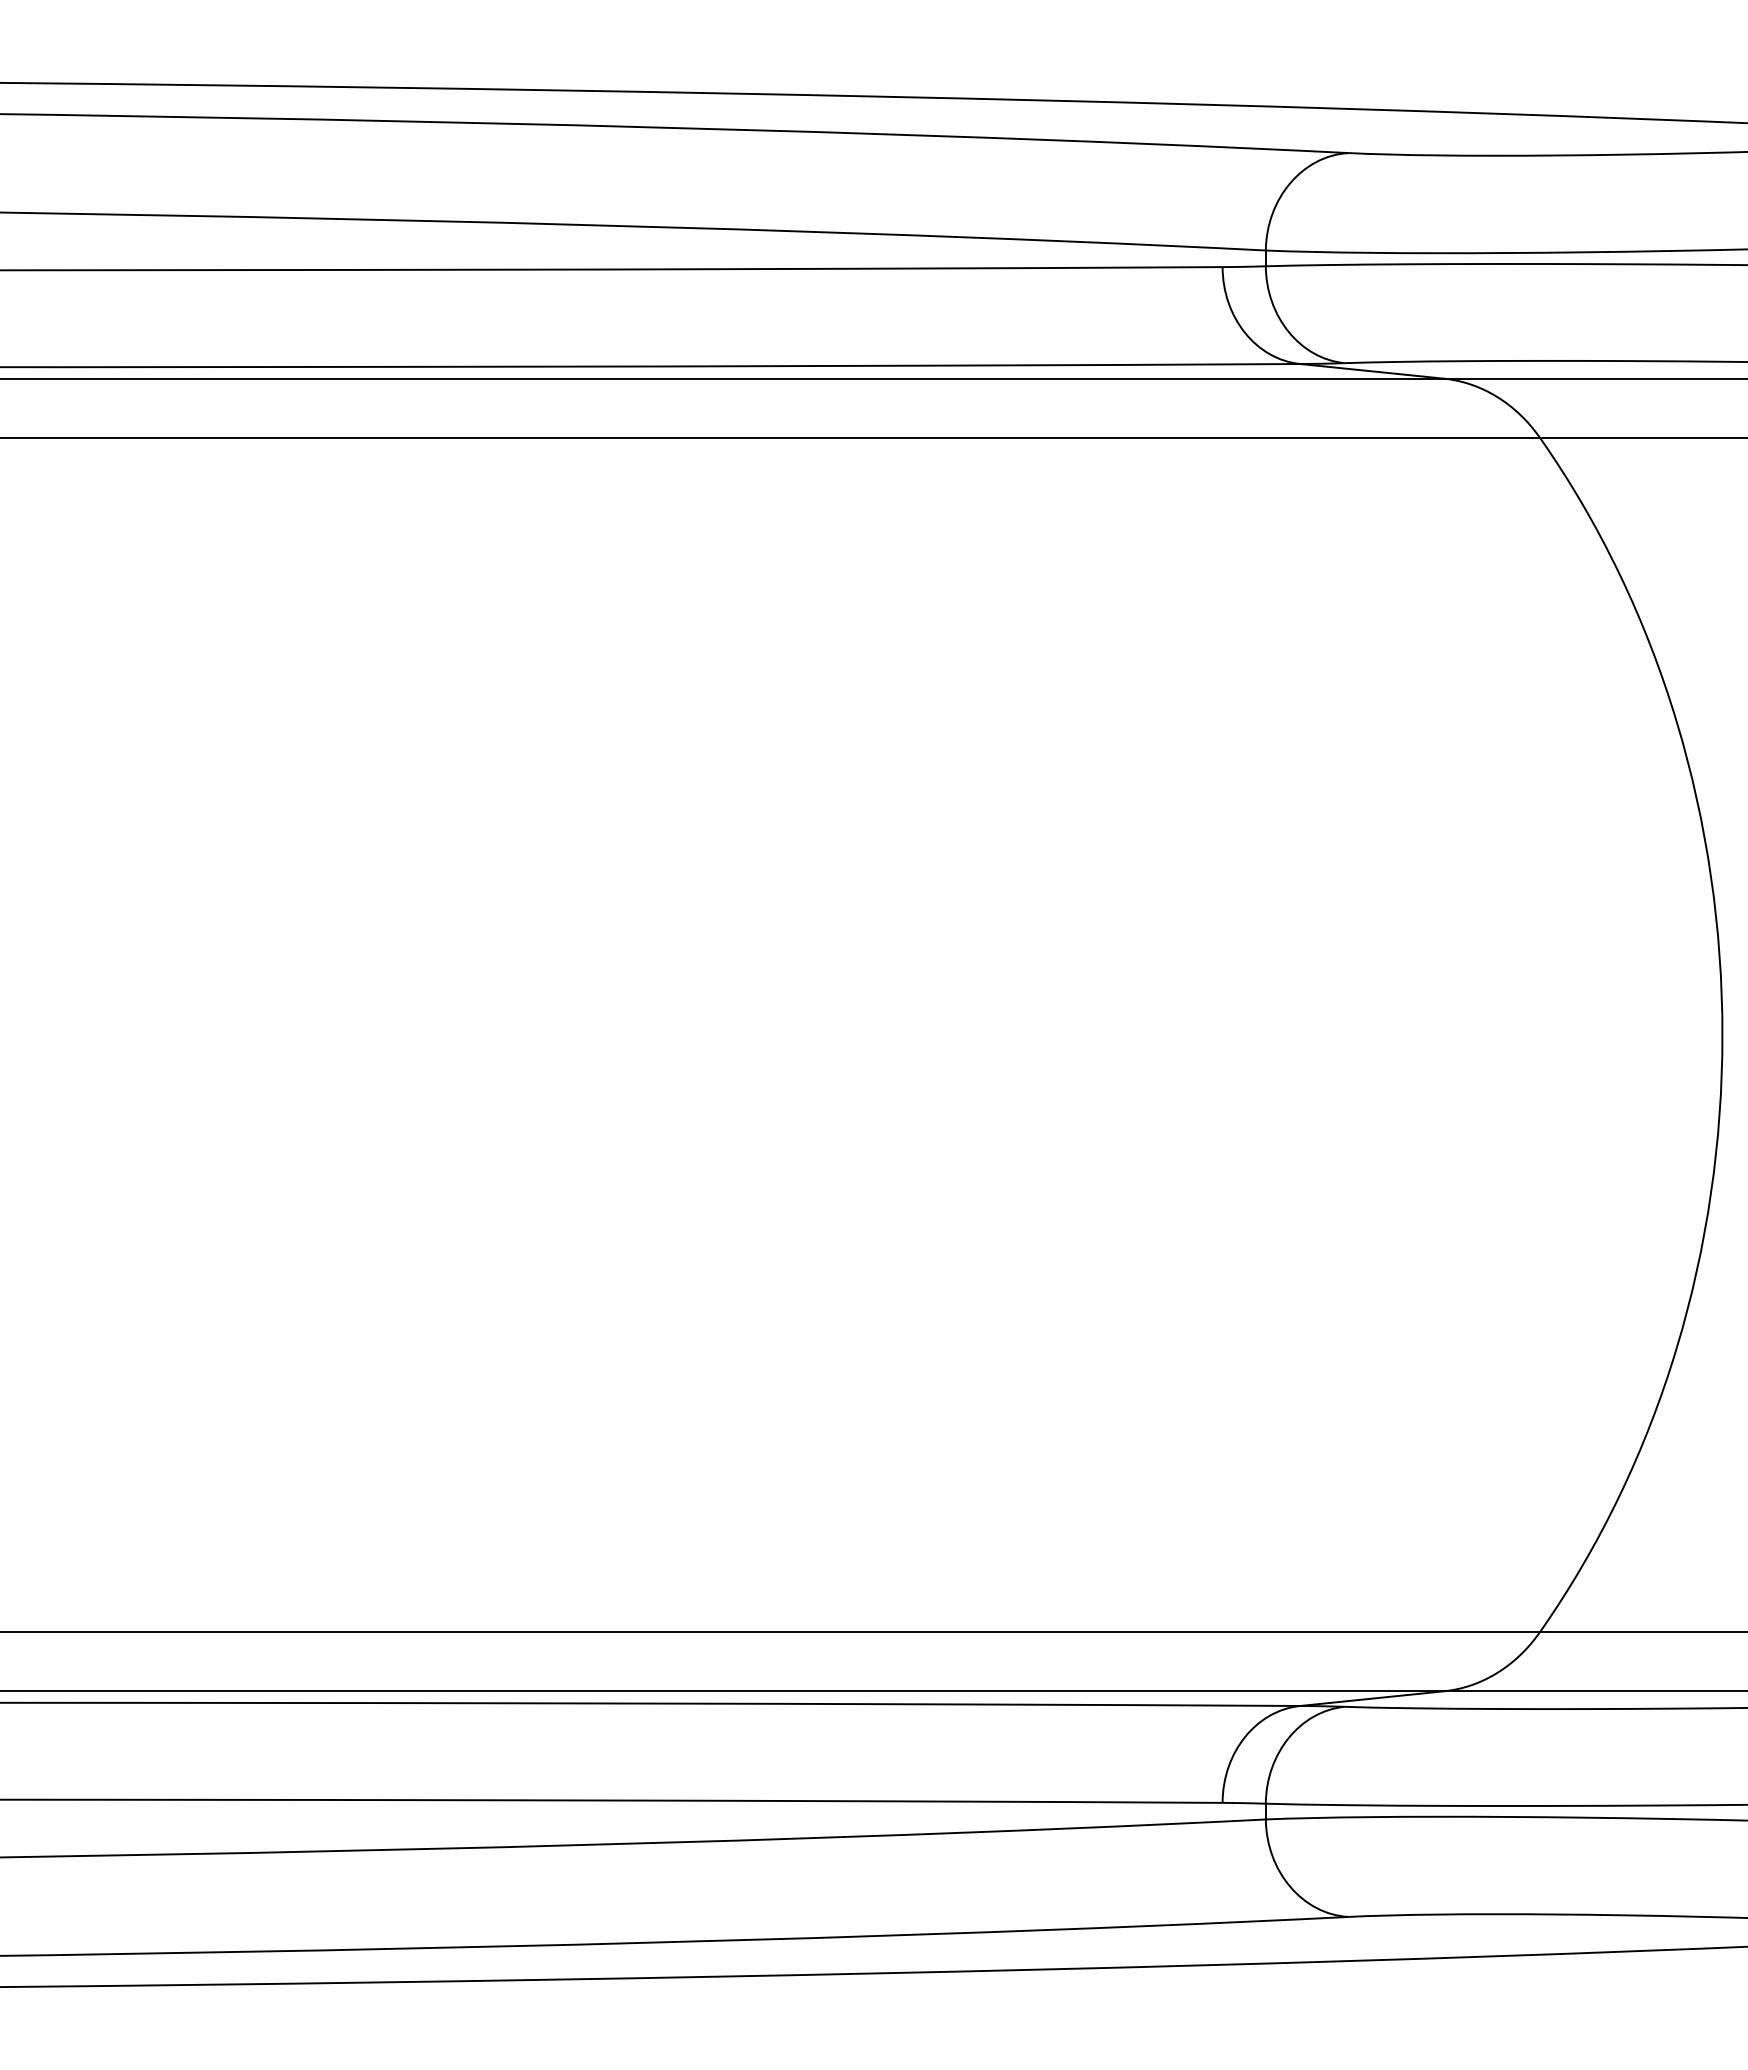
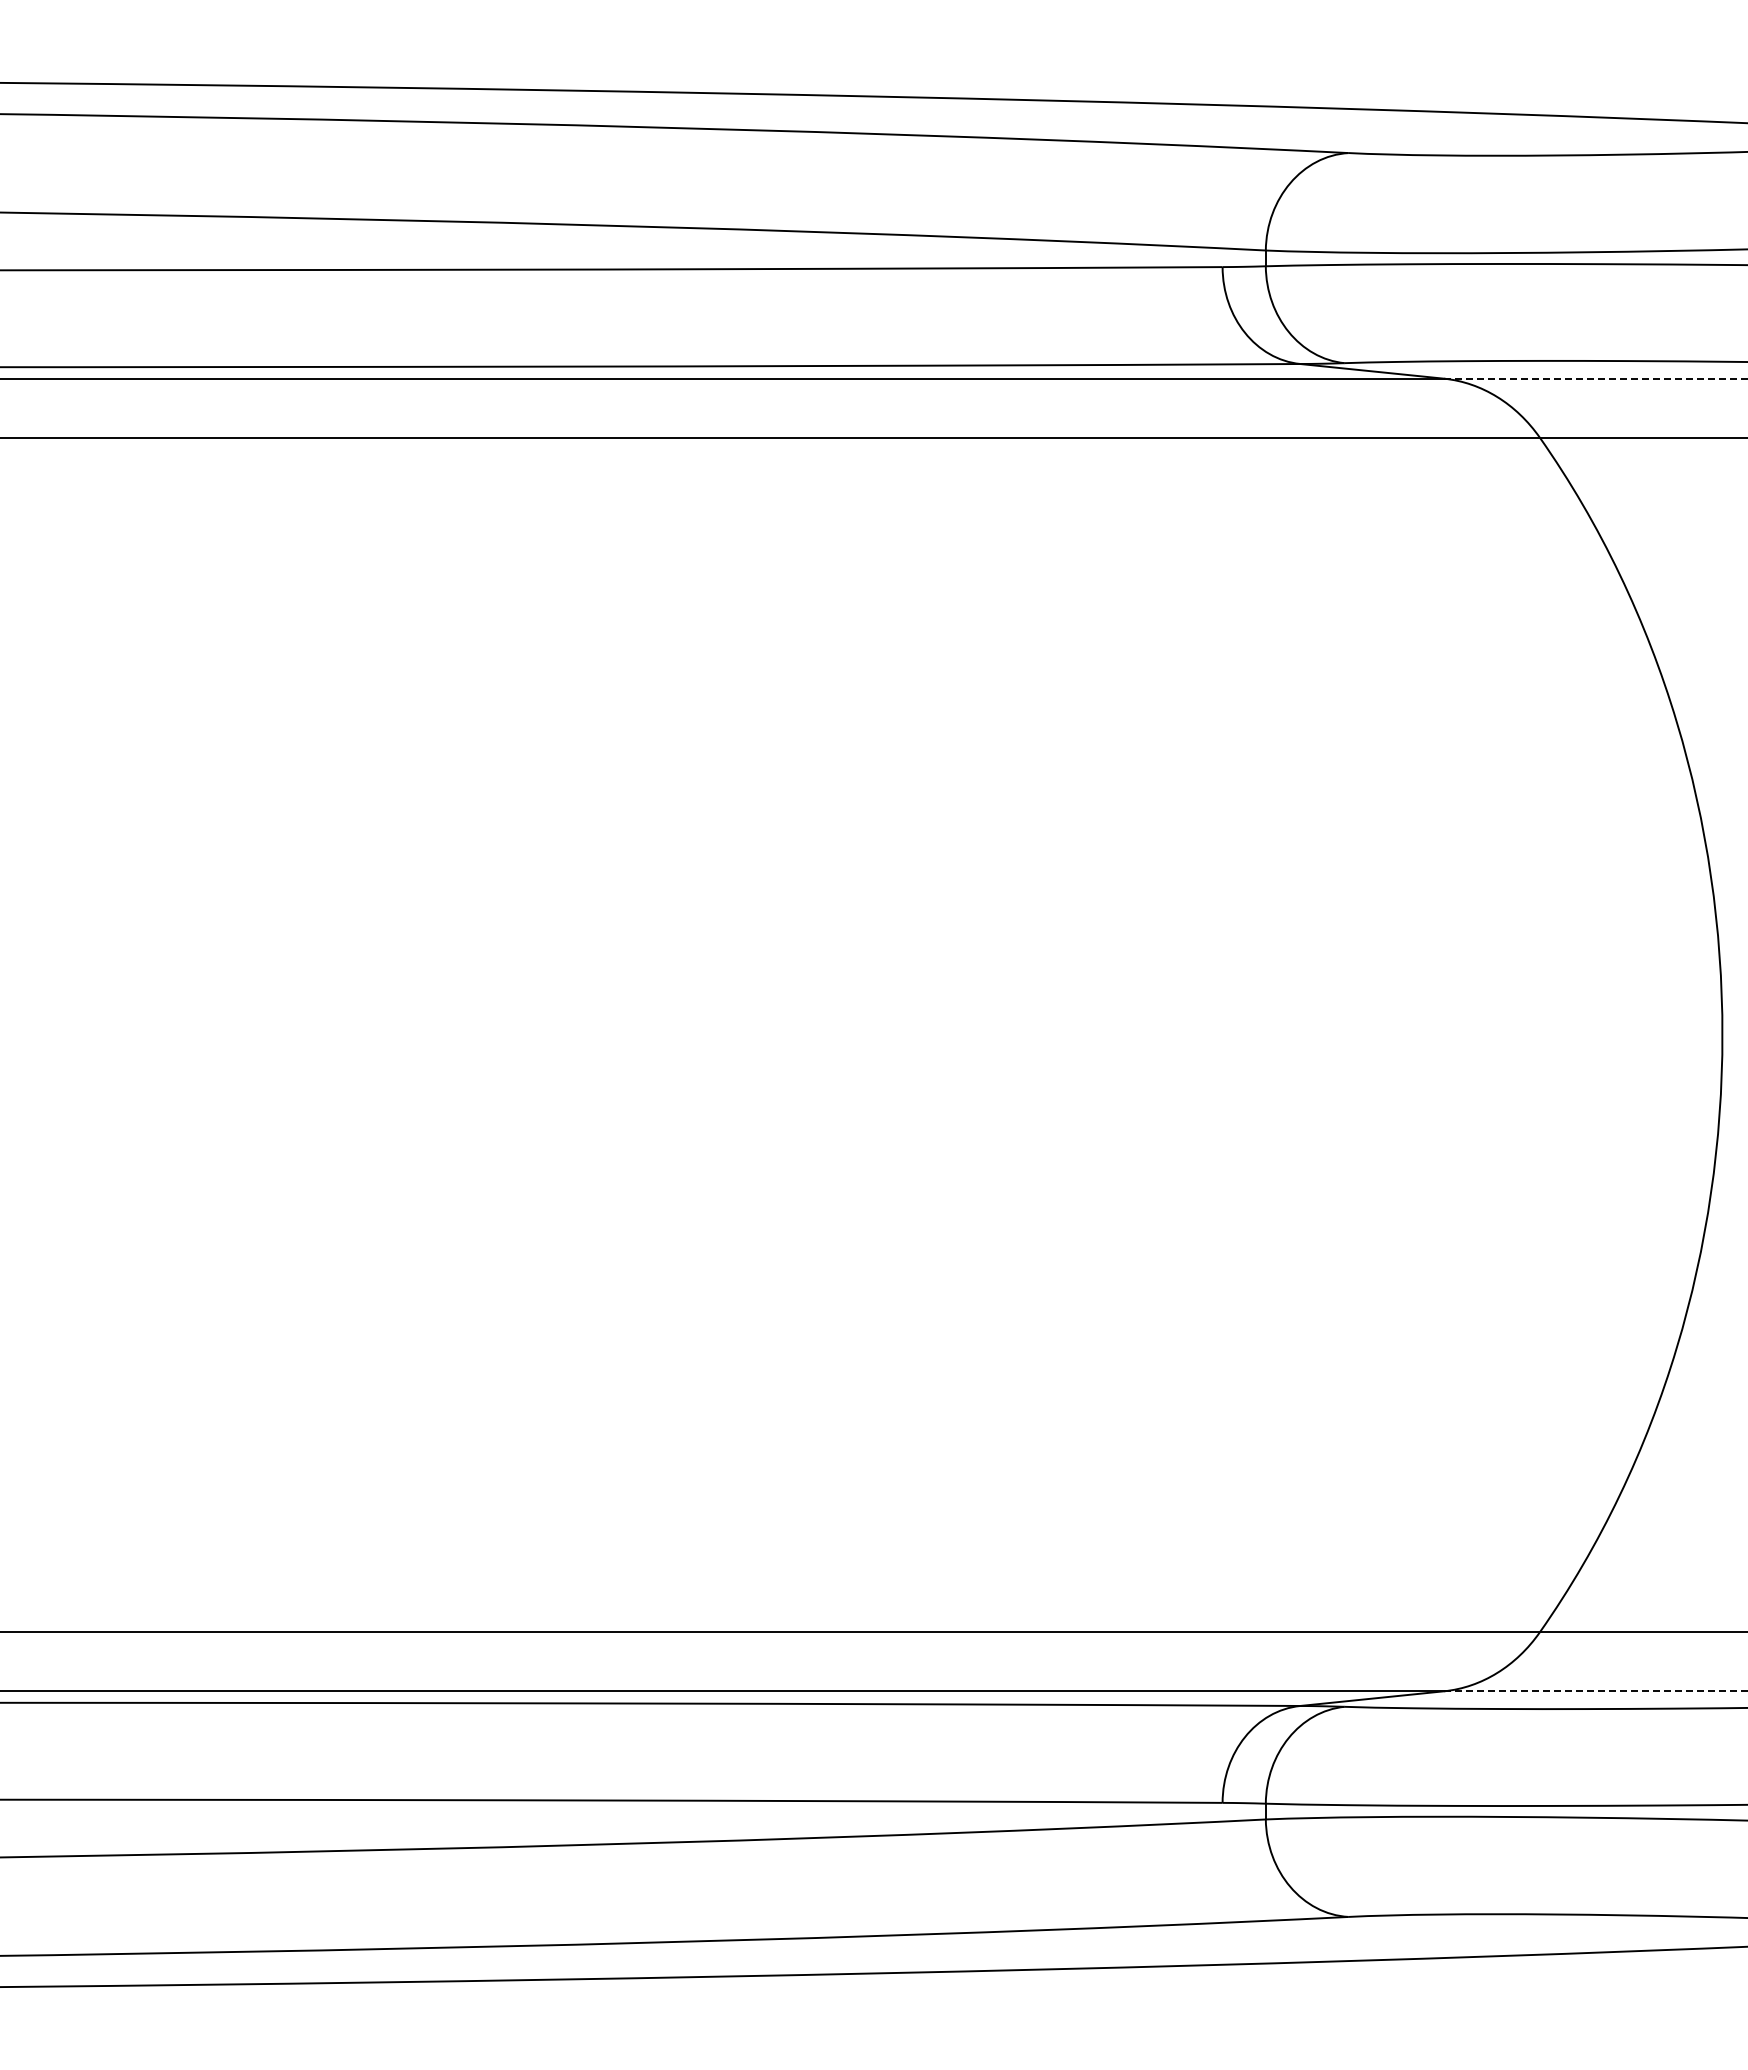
line at (1596, 378): solid -> dashed
line at (1596, 1691): solid -> dashed
